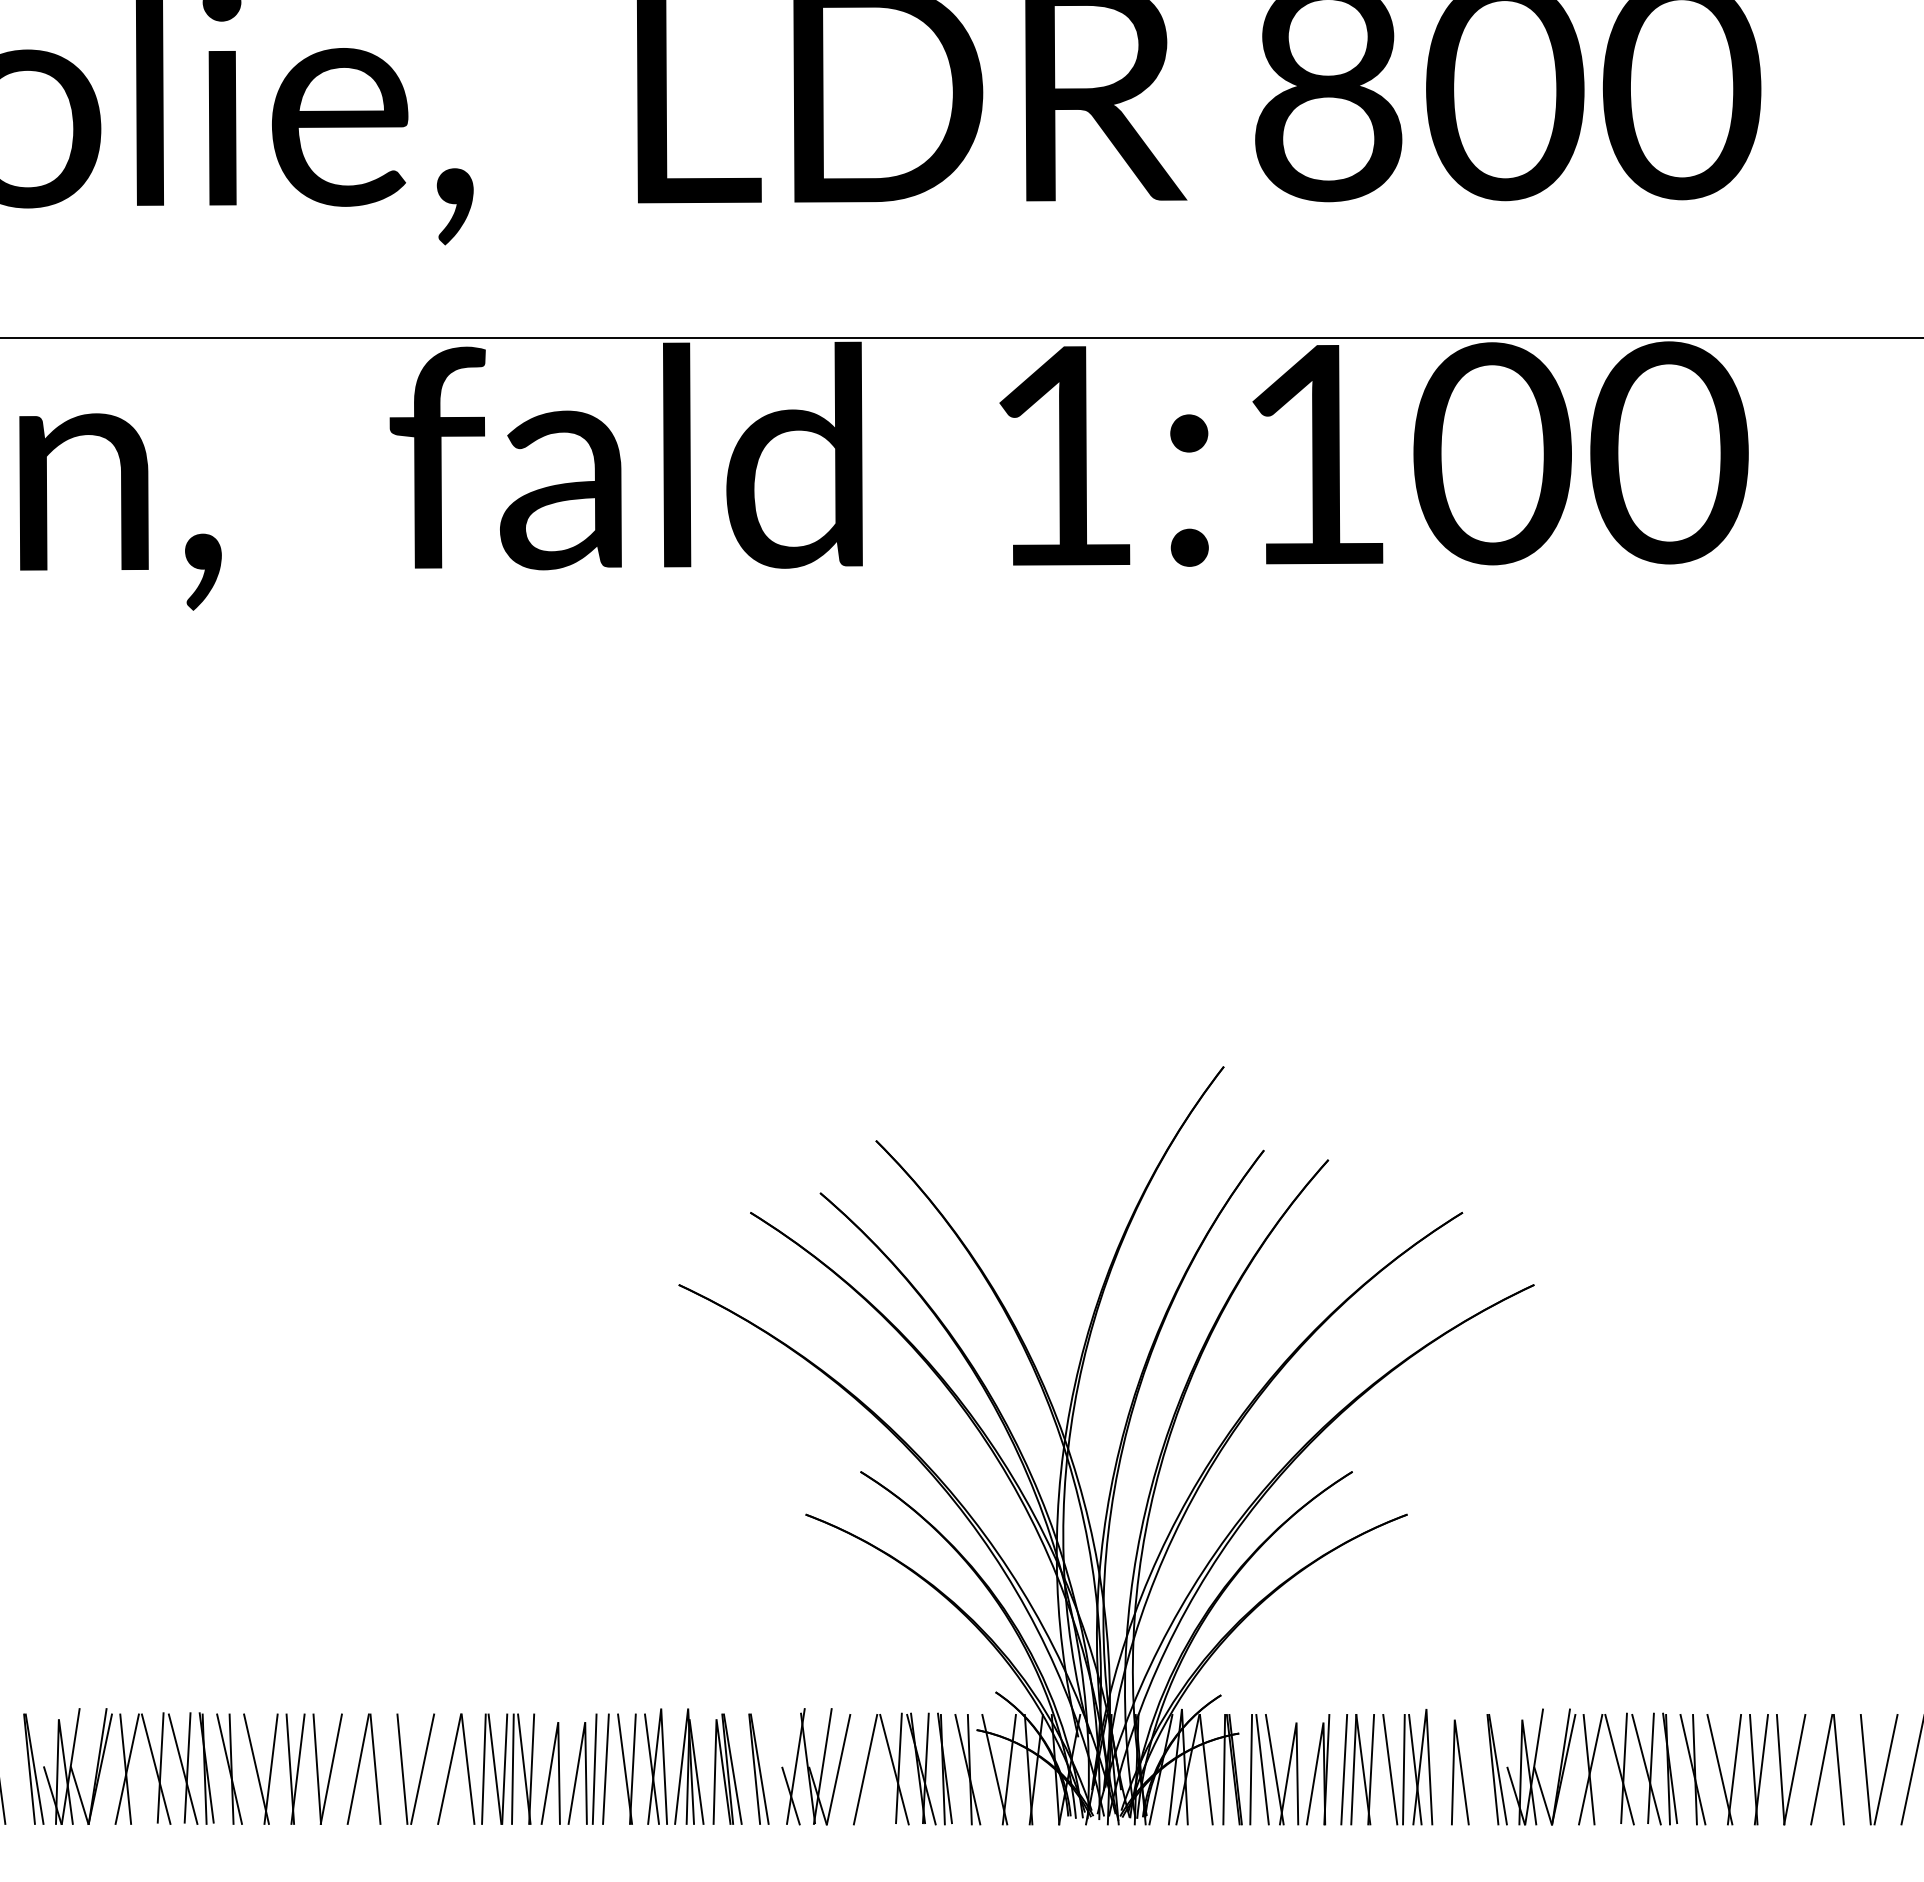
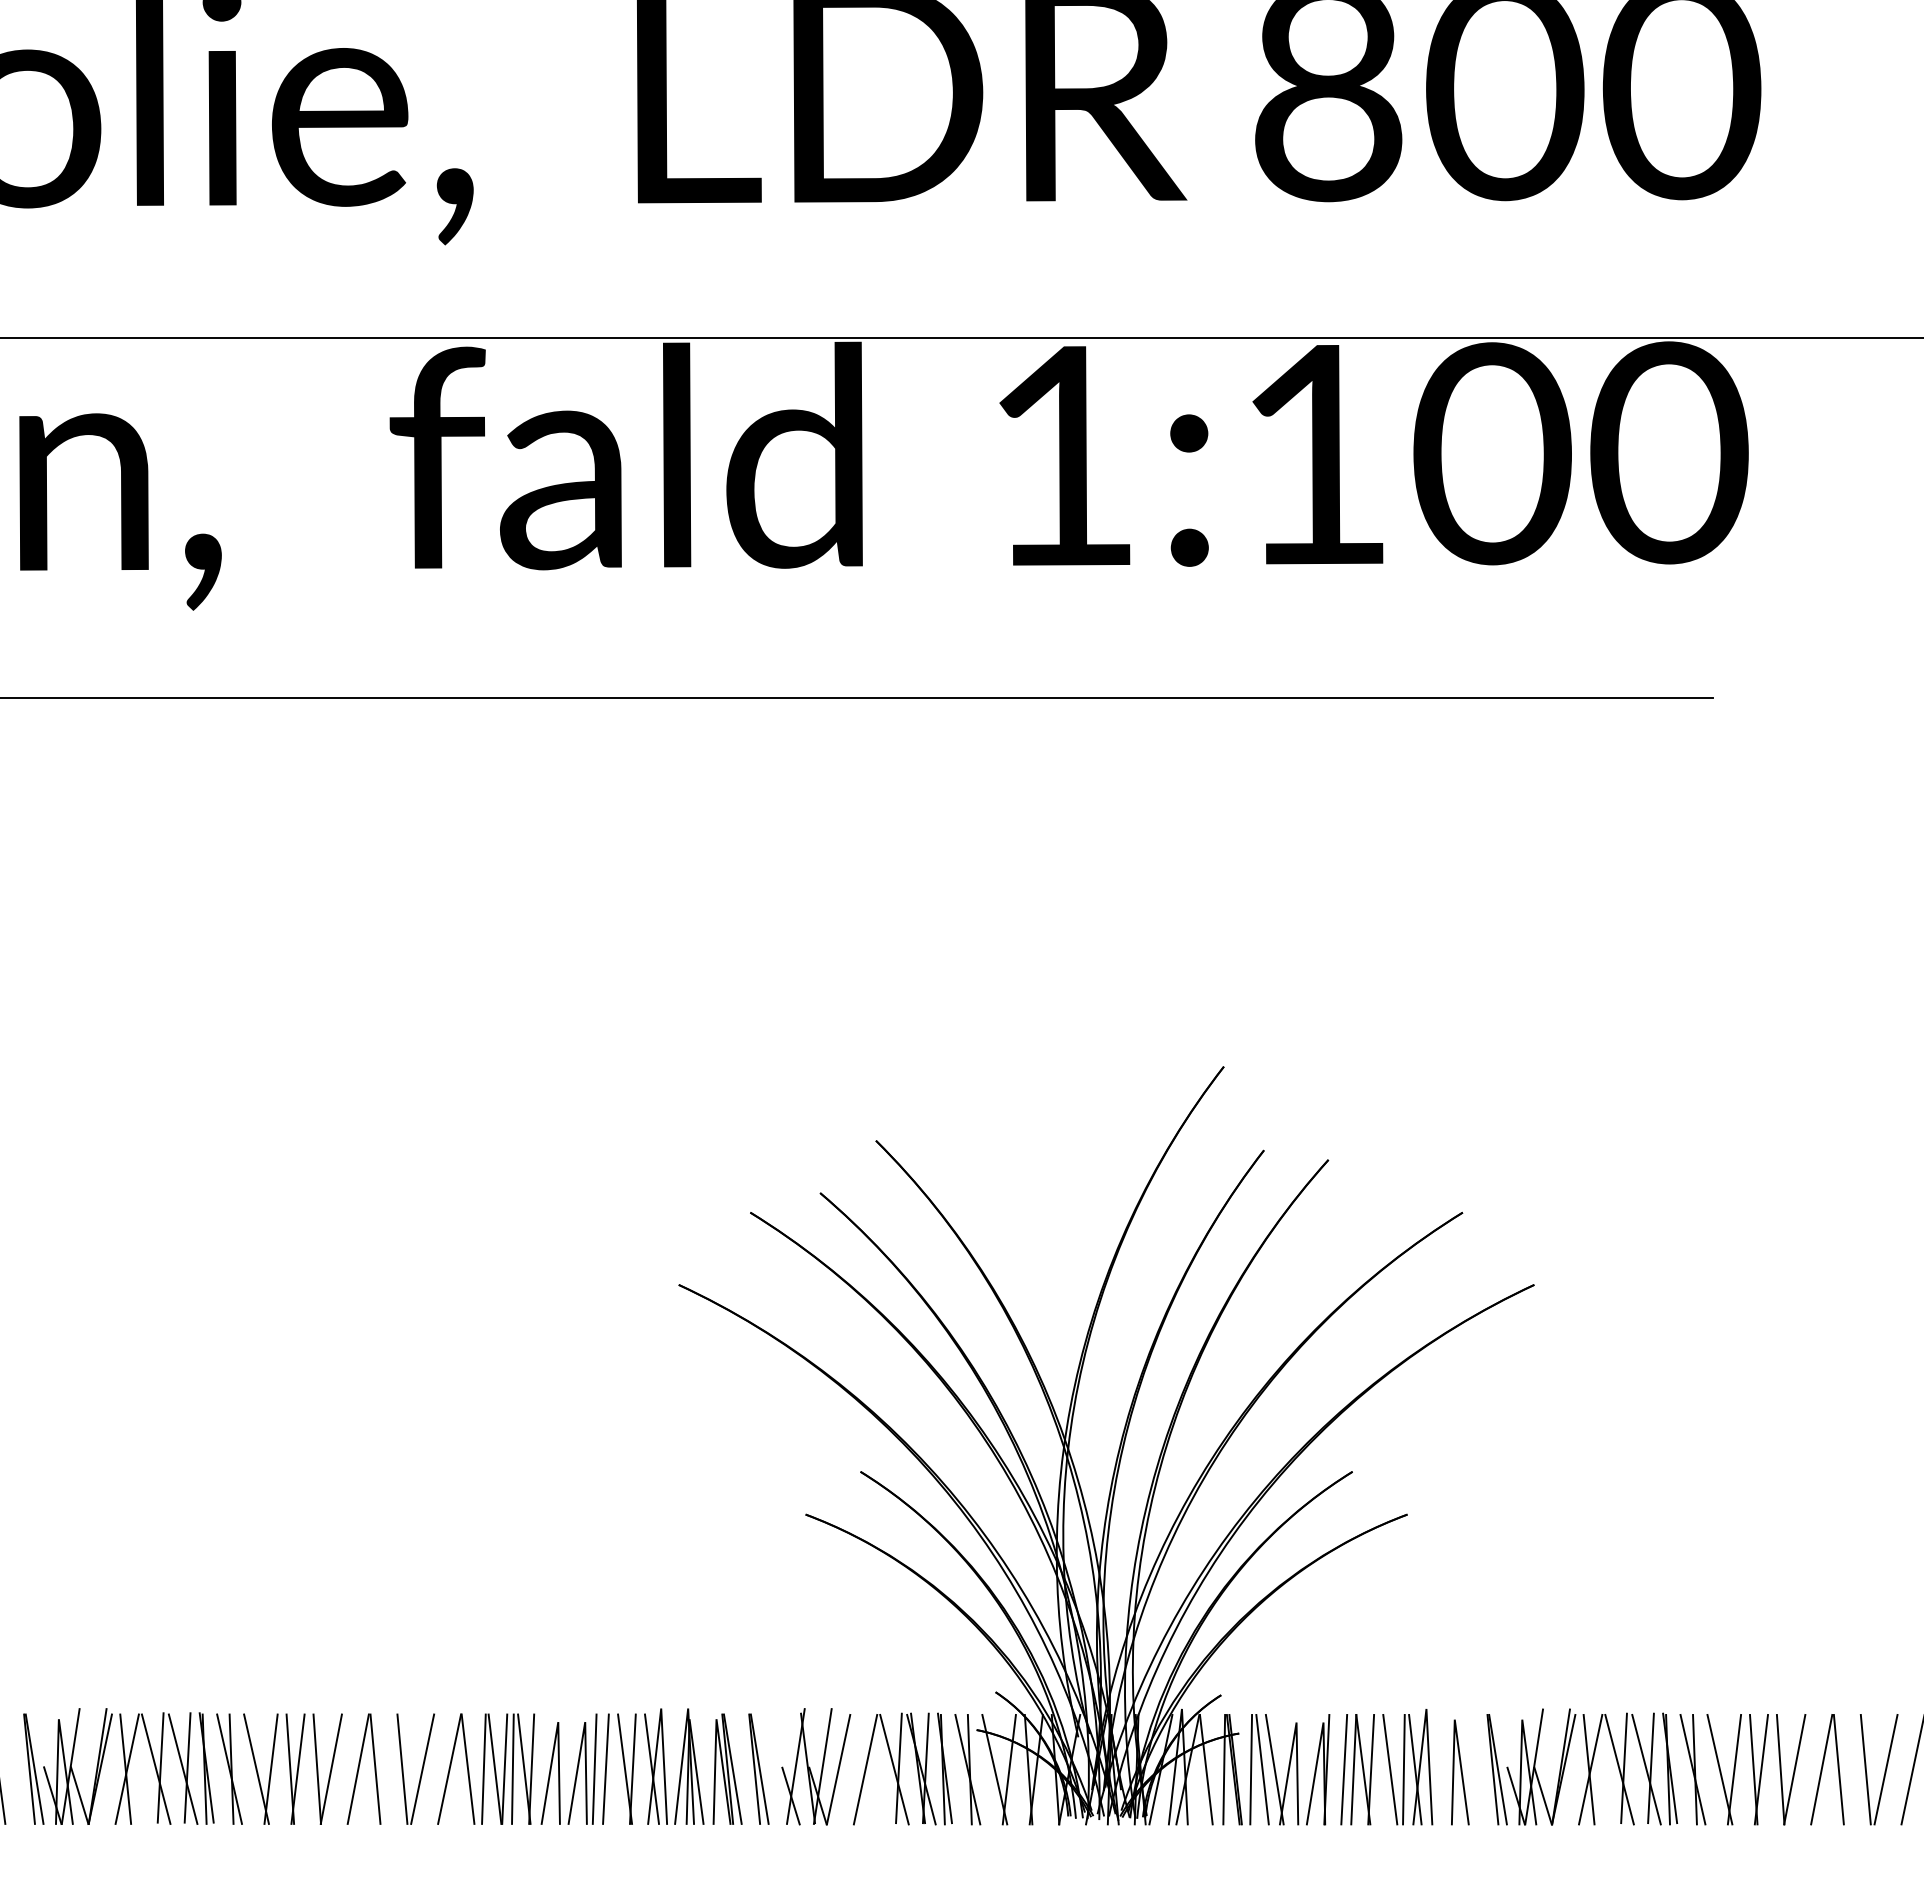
line at (857, 697): none -> present
